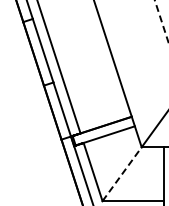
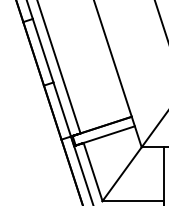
line at (161, 21): dashed -> solid
line at (122, 173): dashed -> solid
